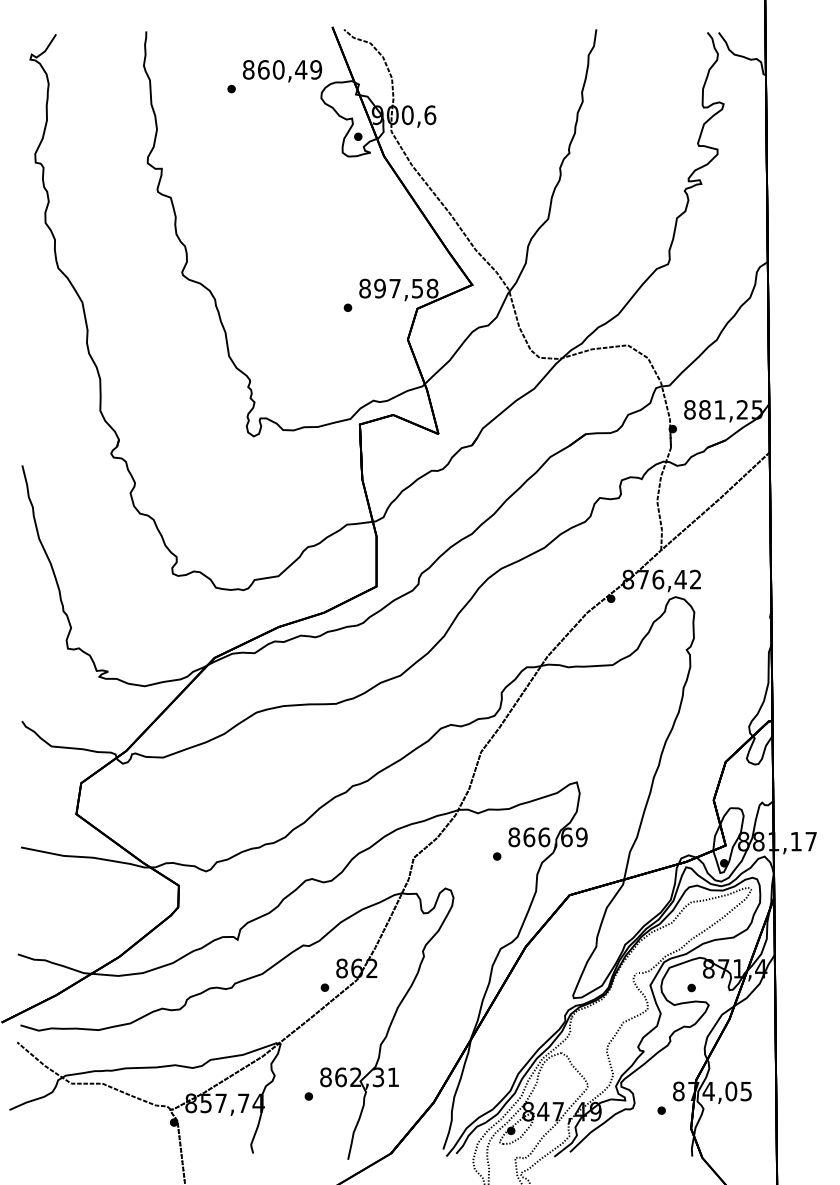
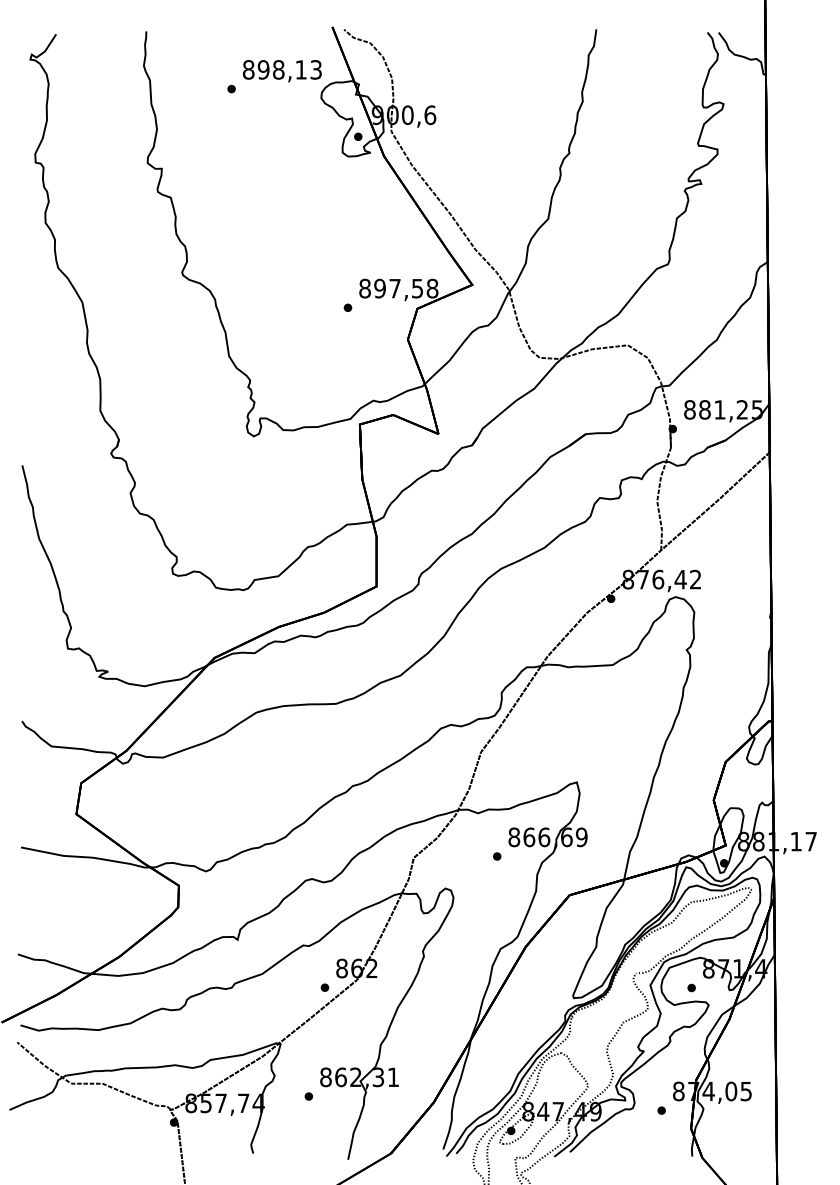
text at (289, 69): 860,49 -> 898,13
